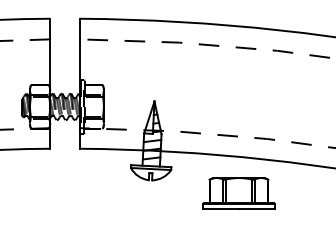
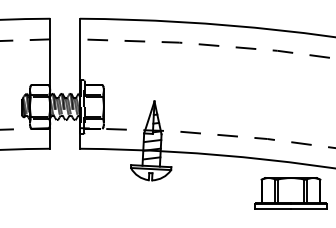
part at (238, 193) position: (238, 193) -> (290, 193)
